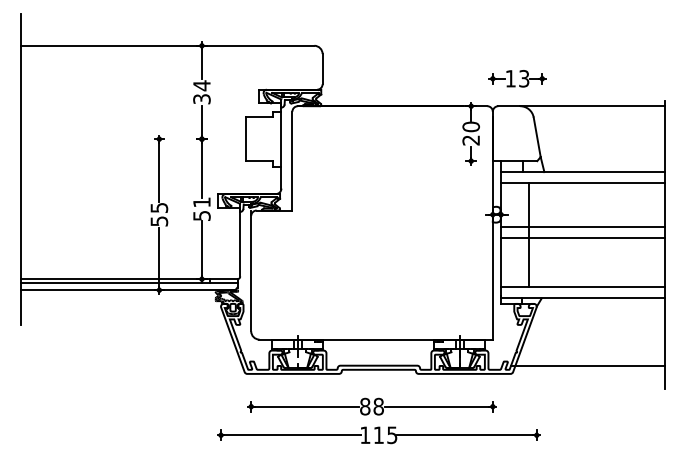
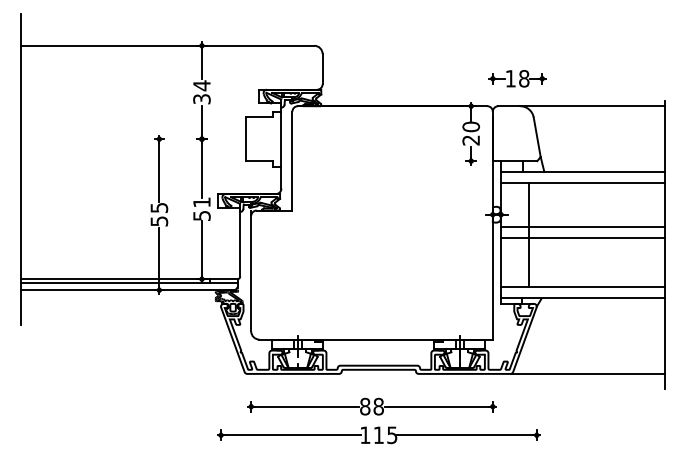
text at (524, 78): 13 -> 18
line at (587, 365) position: (587, 365) -> (587, 373)
